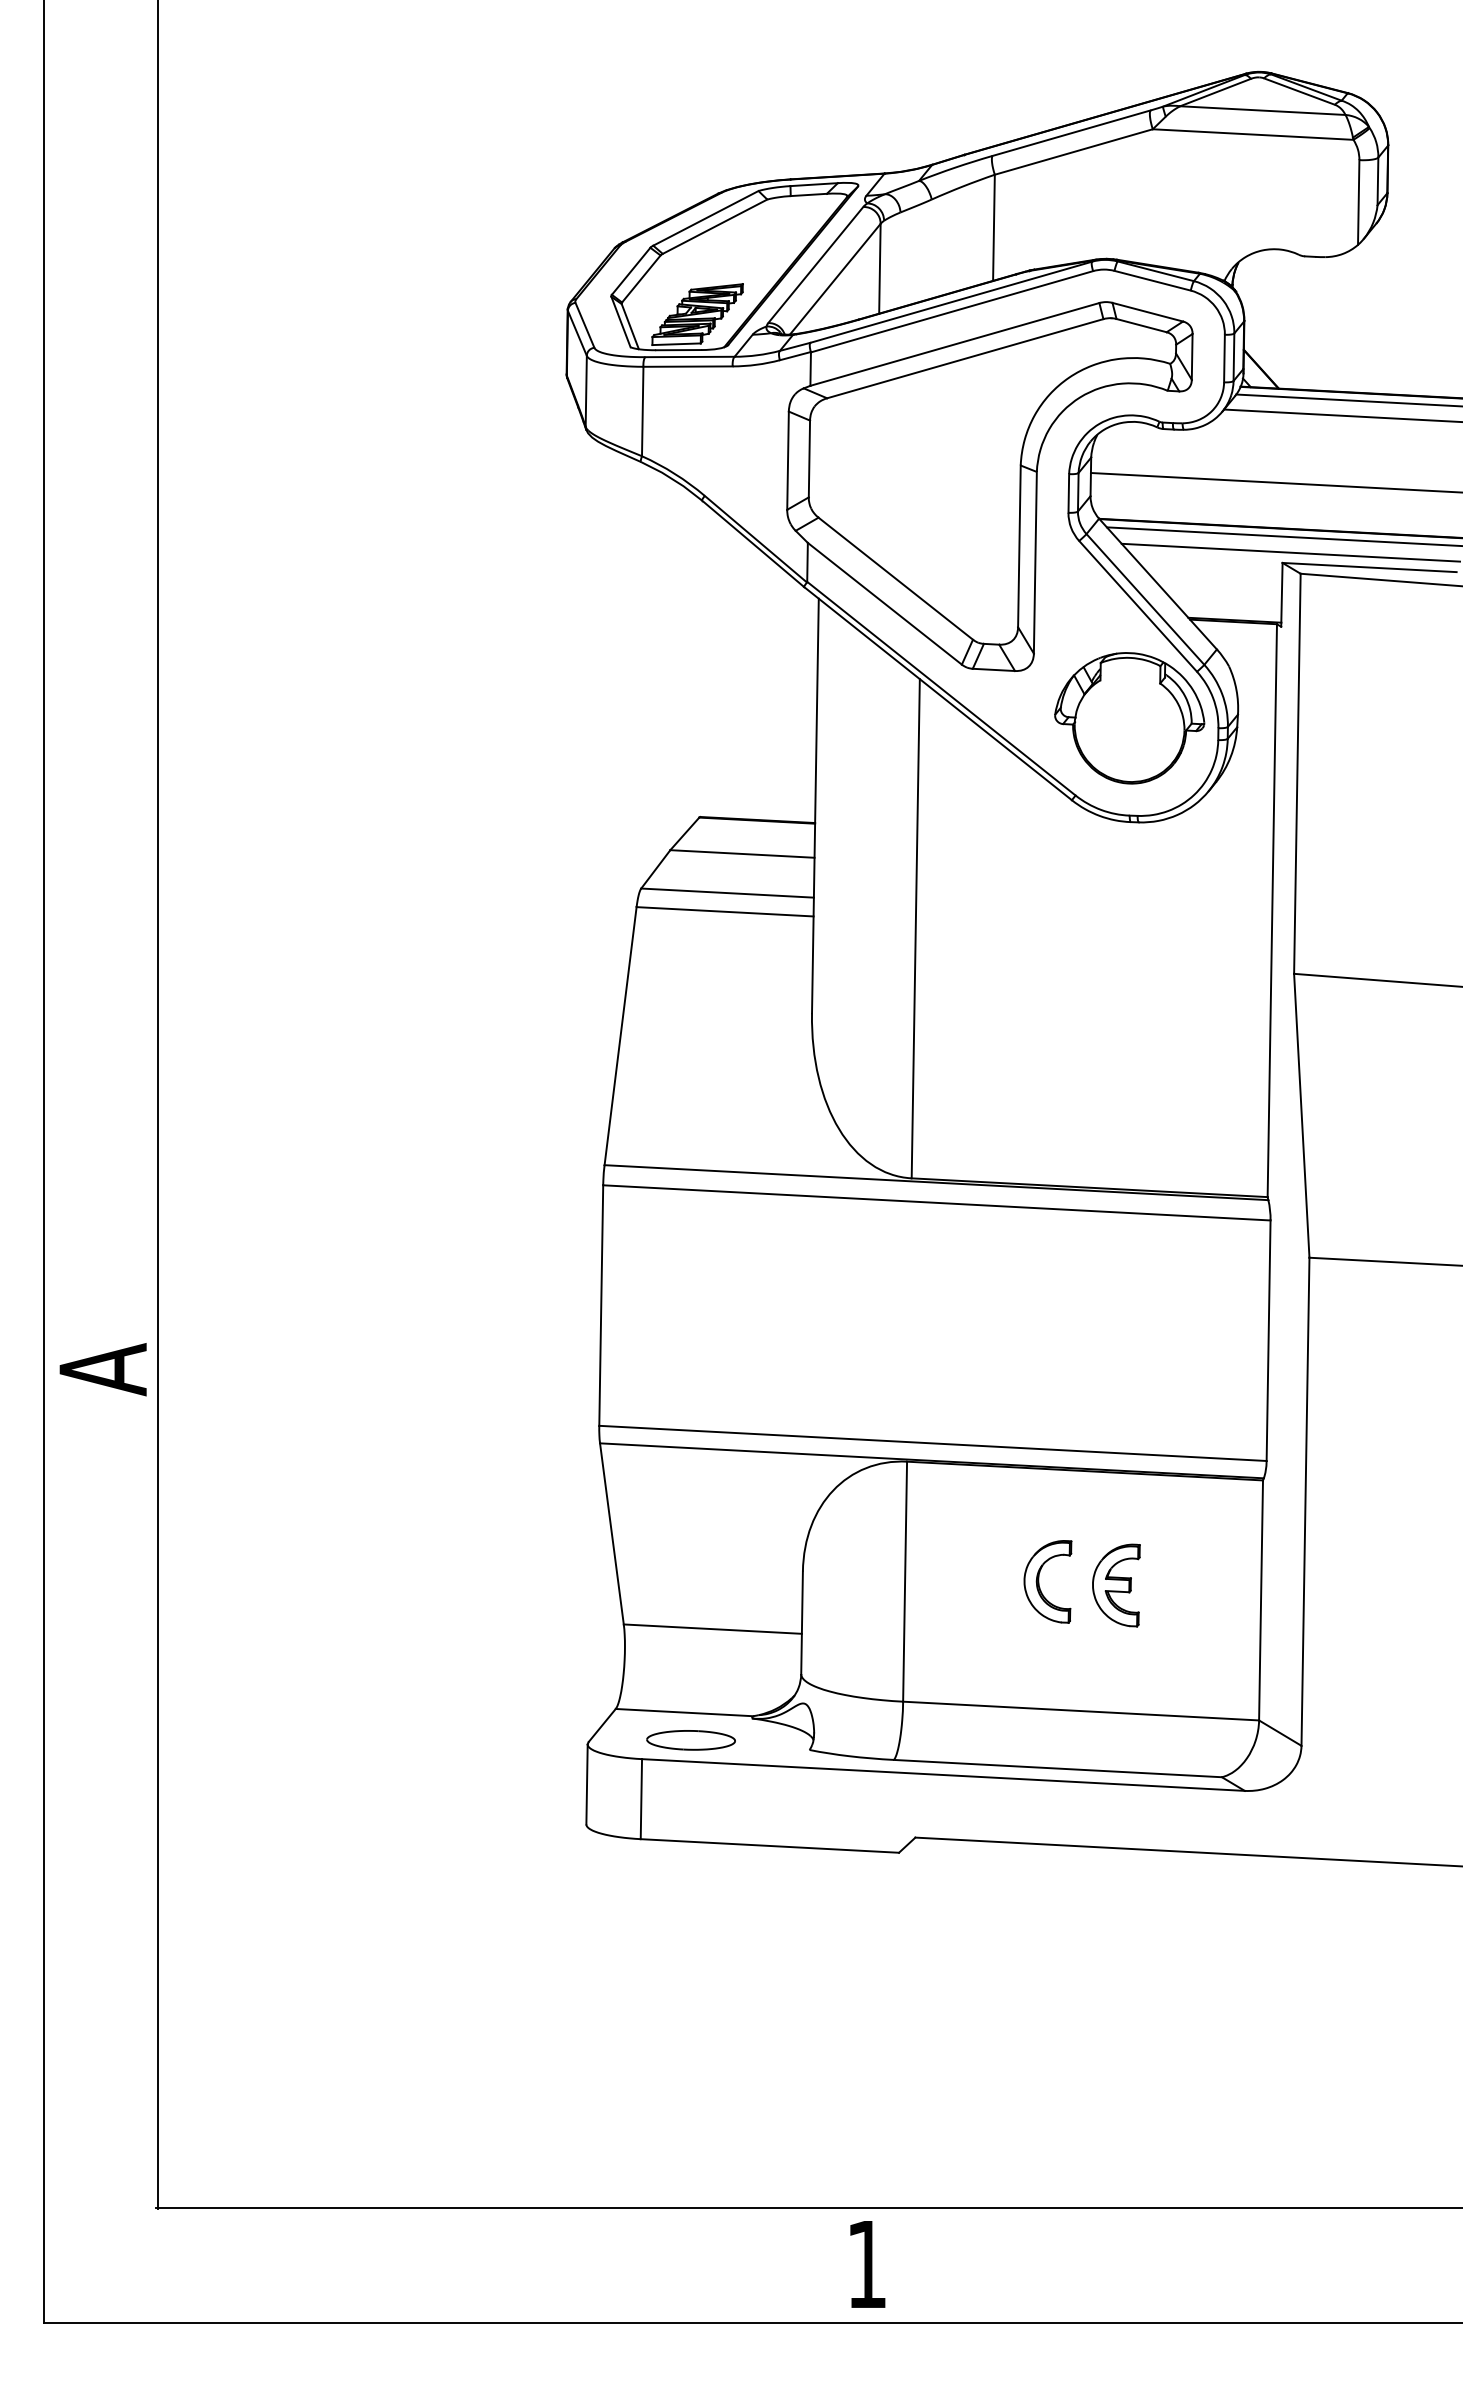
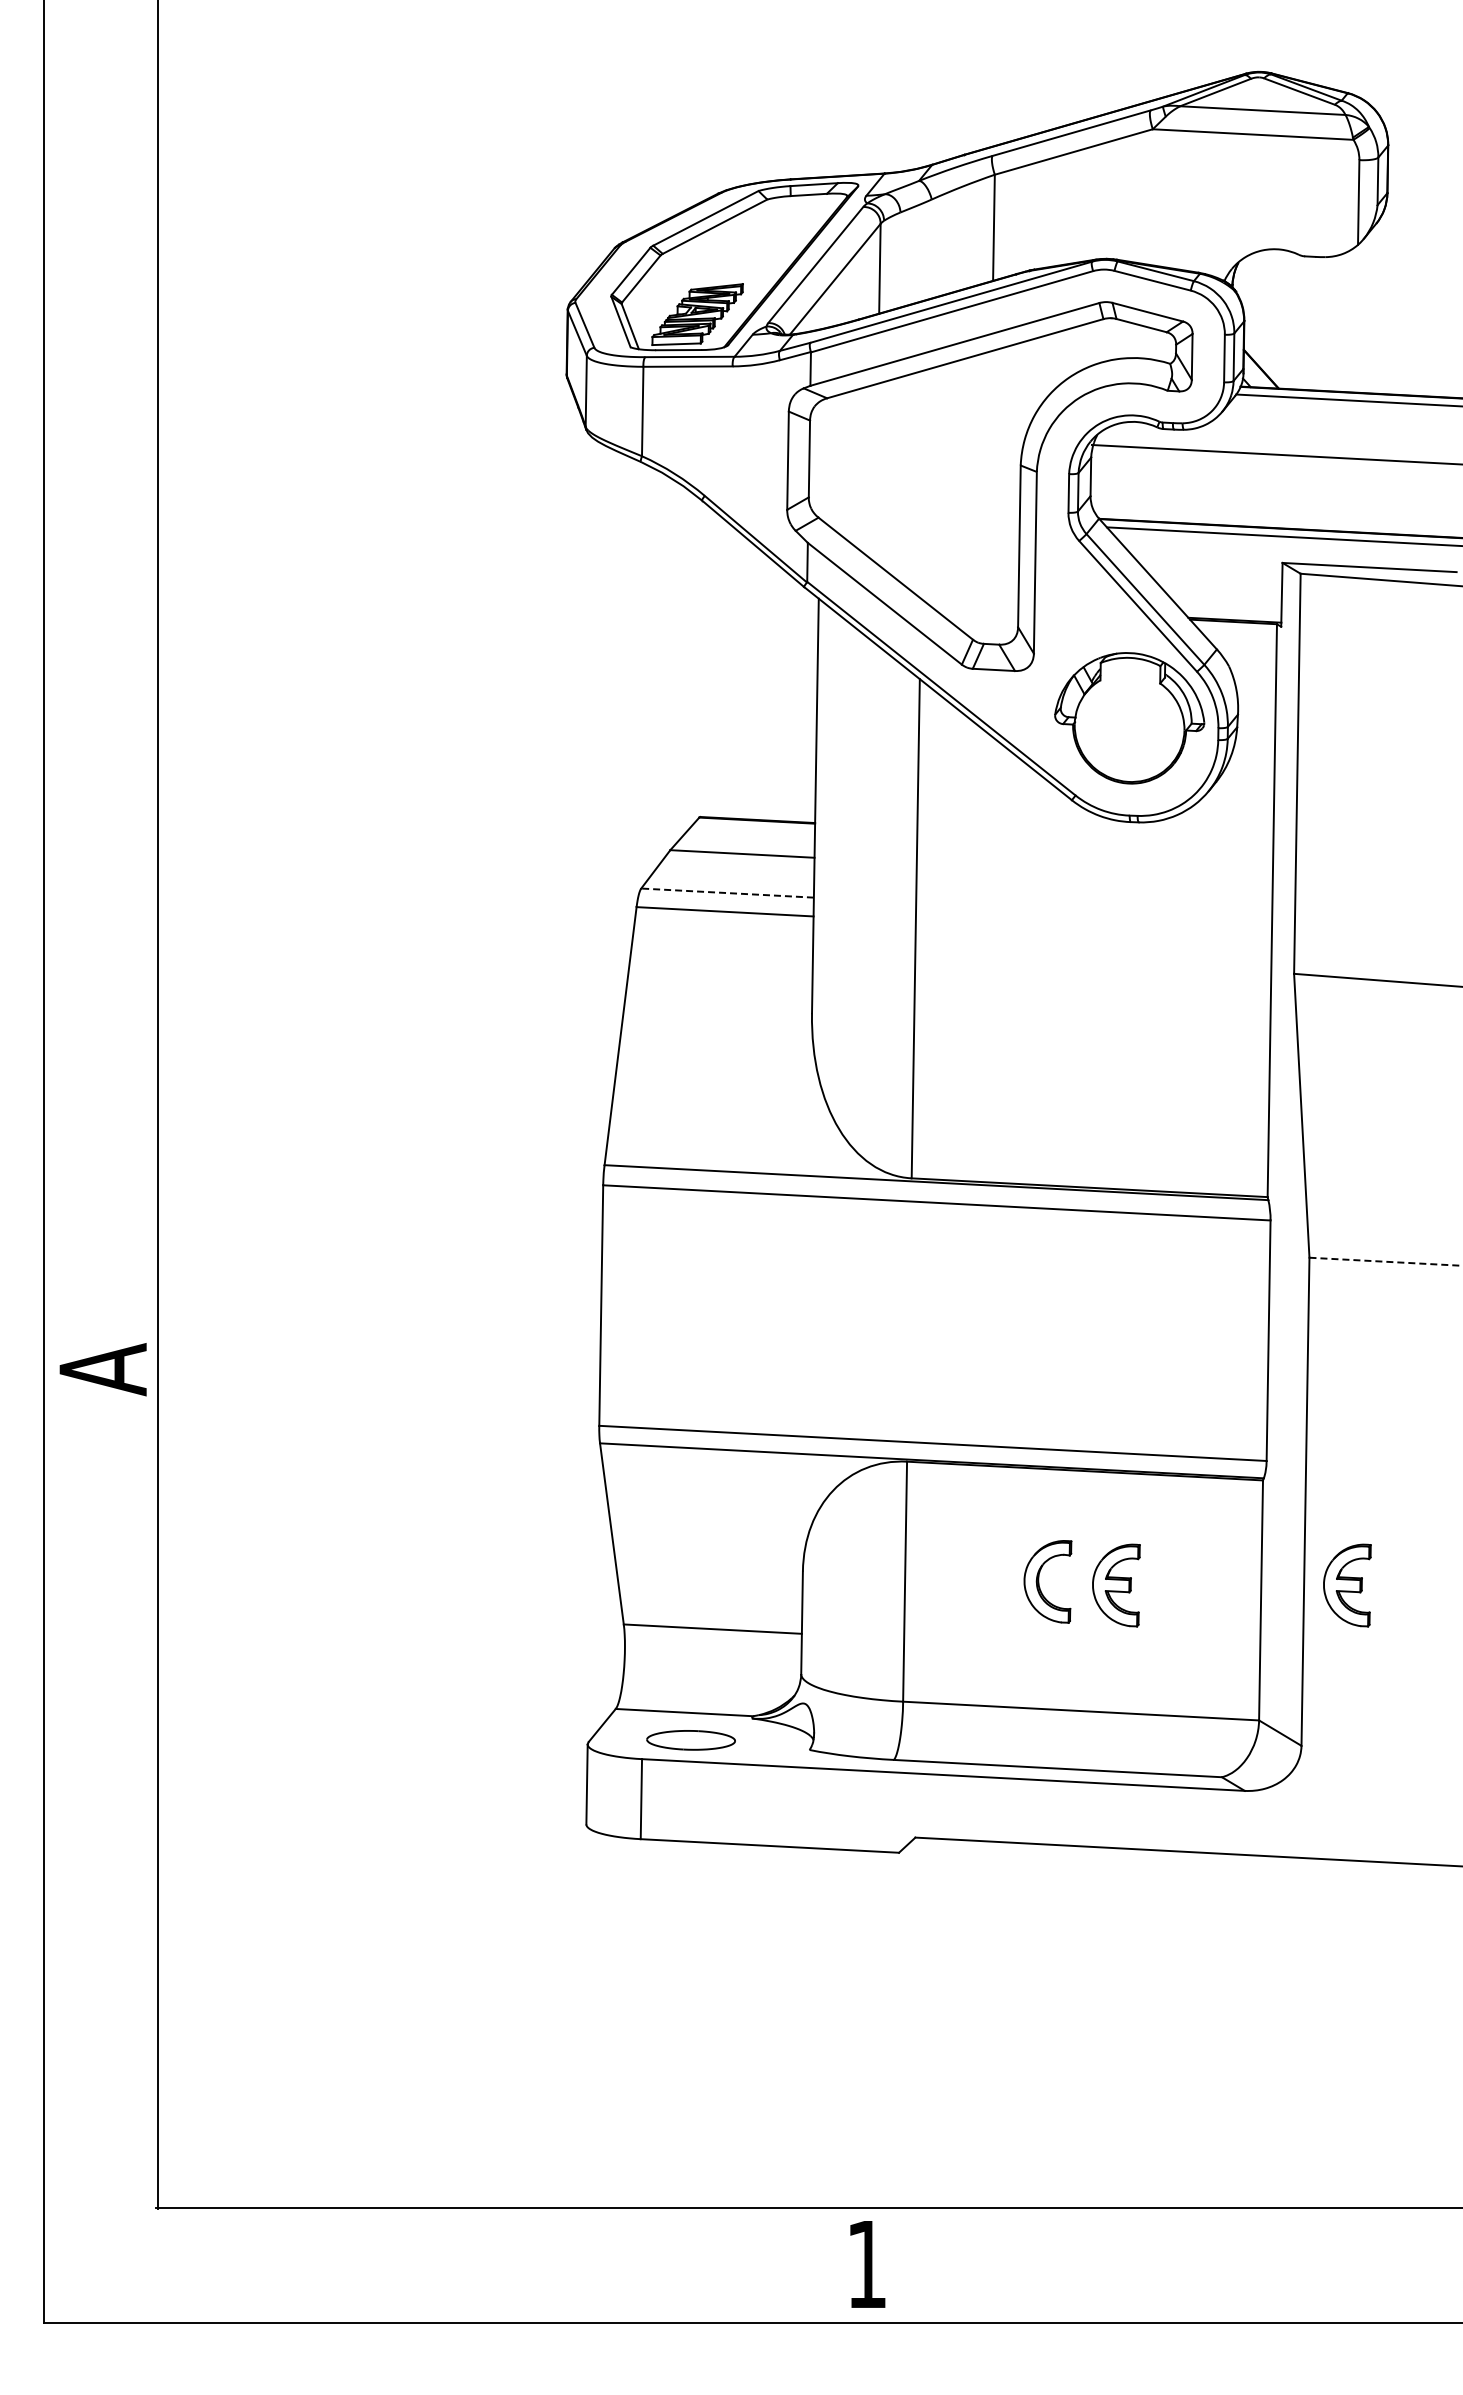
line at (1341, 415): present -> none
line at (1274, 482) position: (1274, 482) -> (1275, 454)
line at (1290, 552): present -> none
line at (727, 893): solid -> dashed
line at (1386, 1261): solid -> dashed
part at (1347, 1585): none -> present
